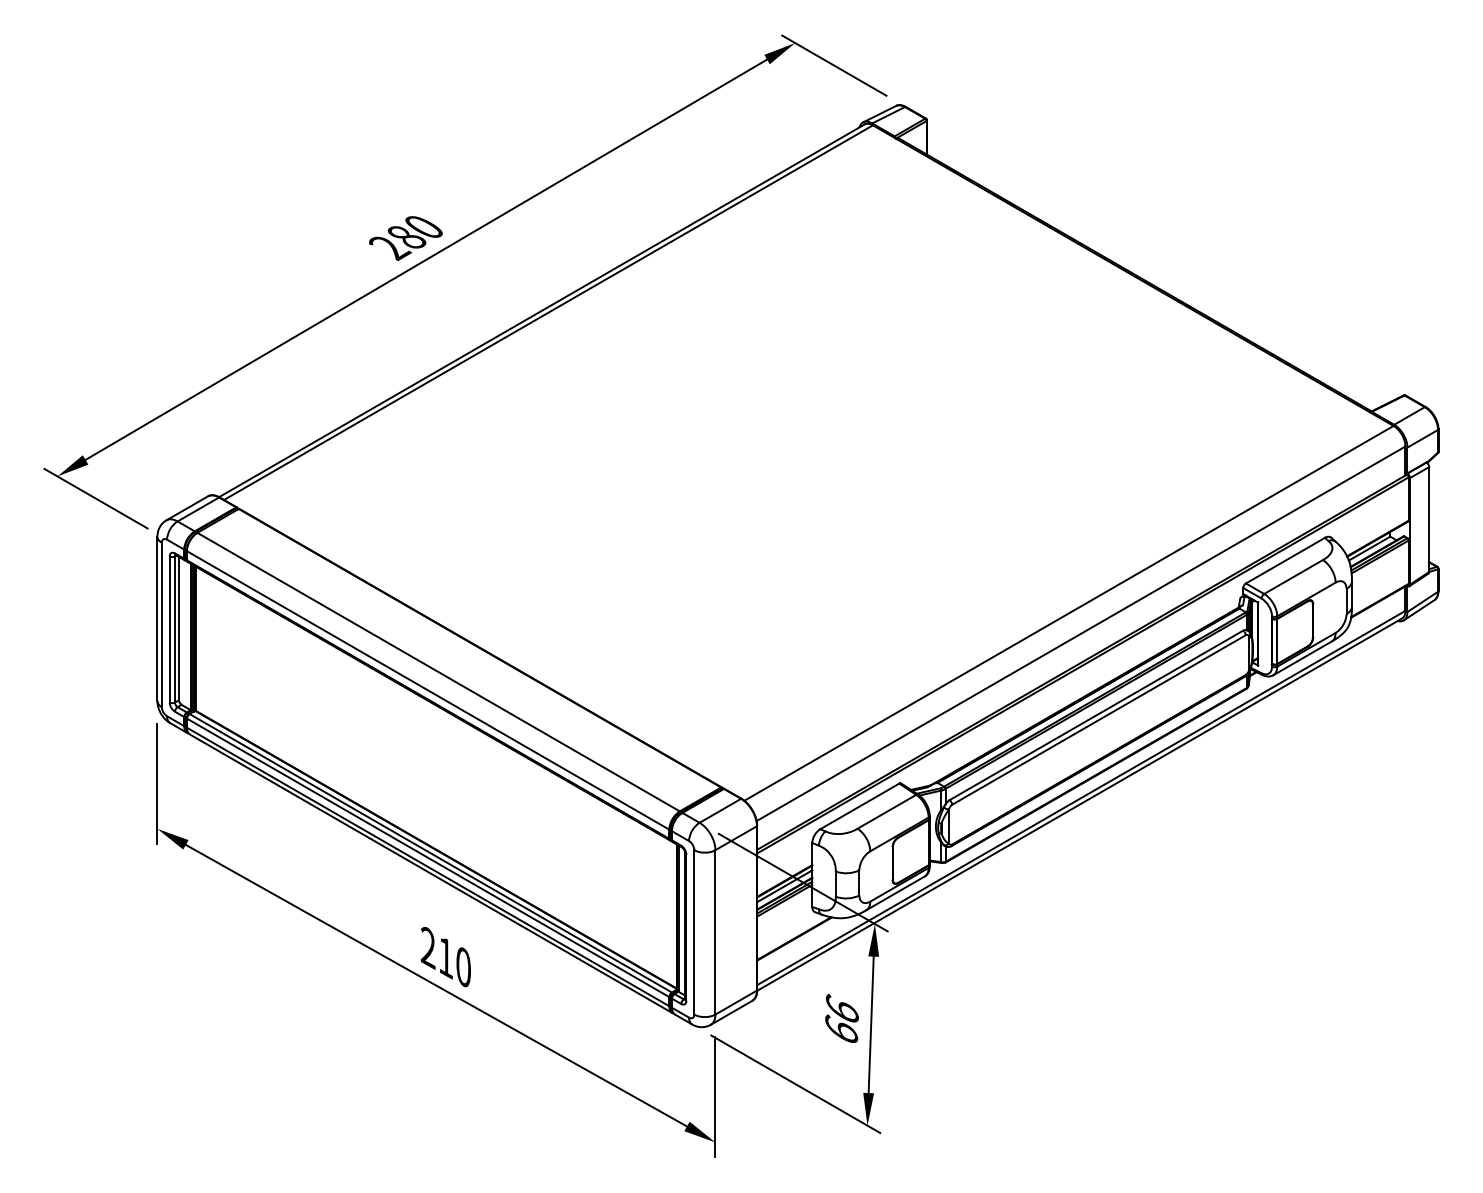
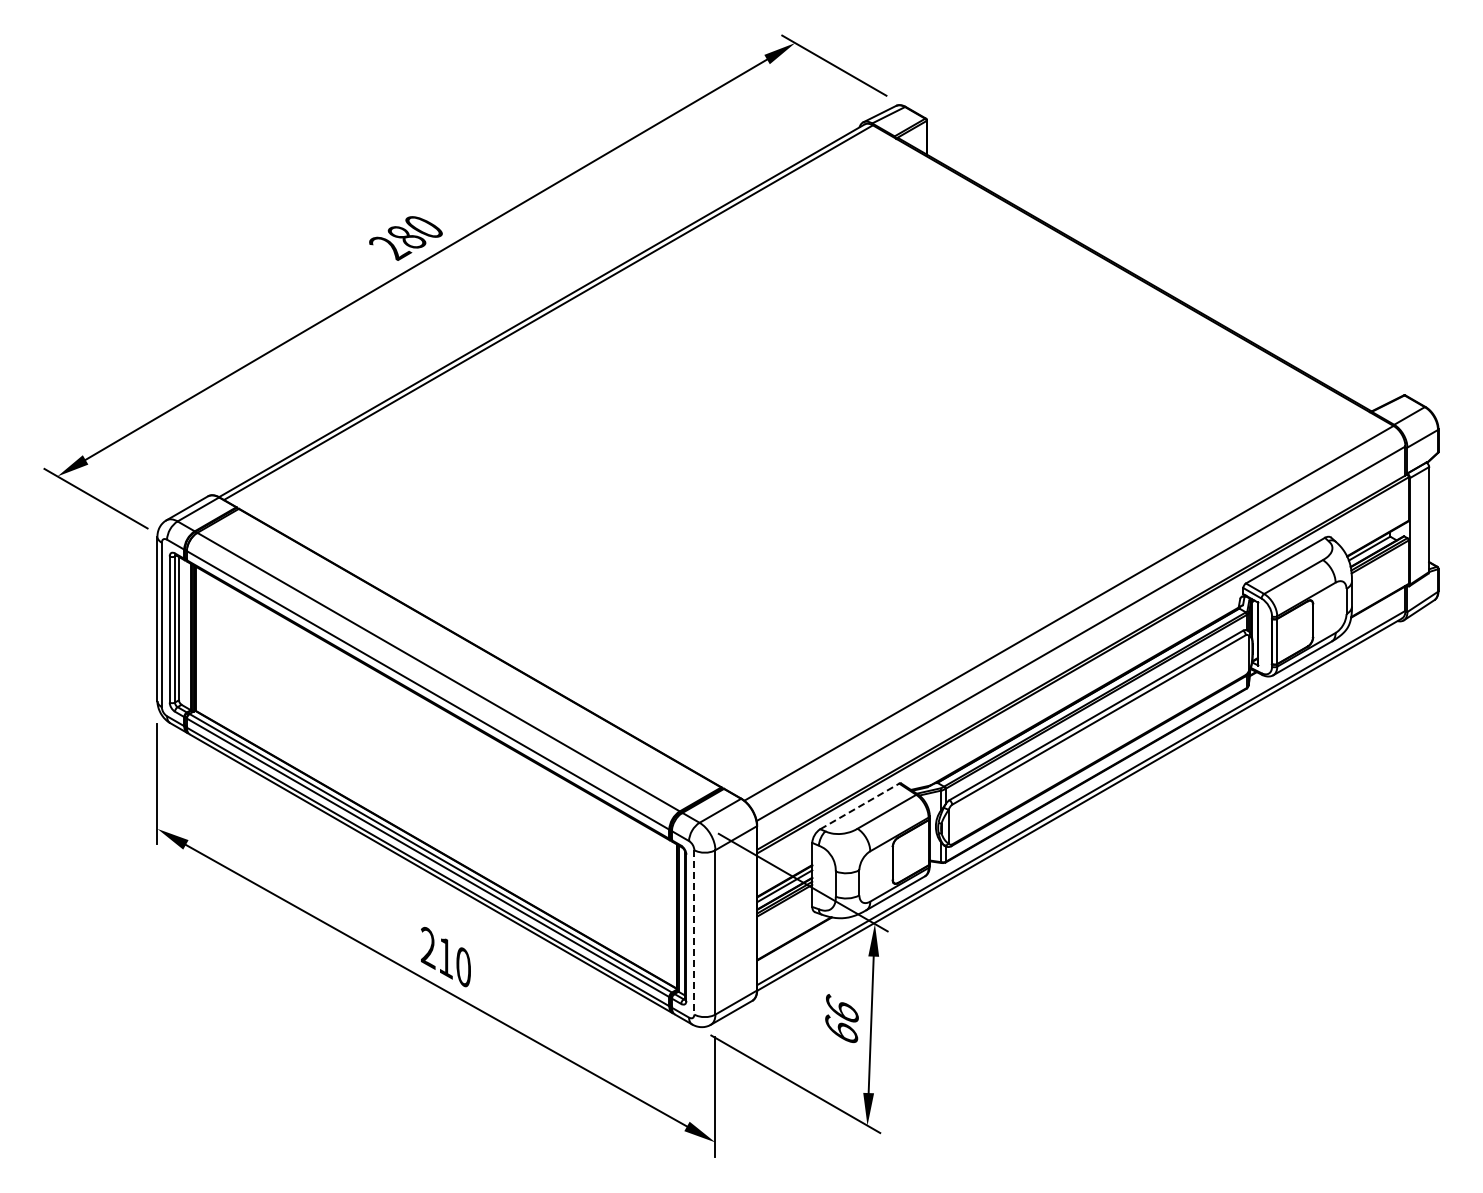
line at (859, 806): solid -> dashed
line at (694, 932): solid -> dashed
